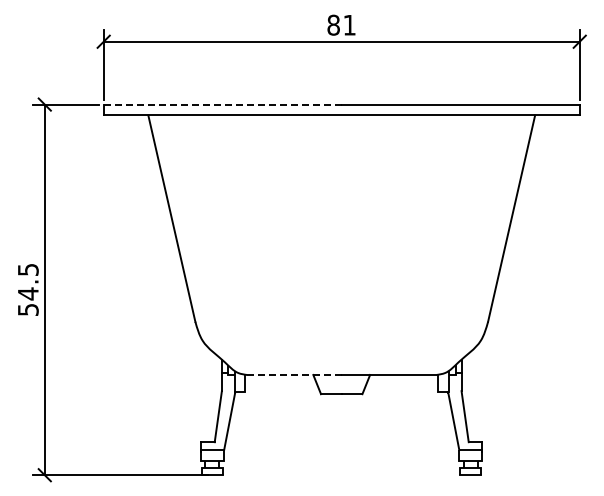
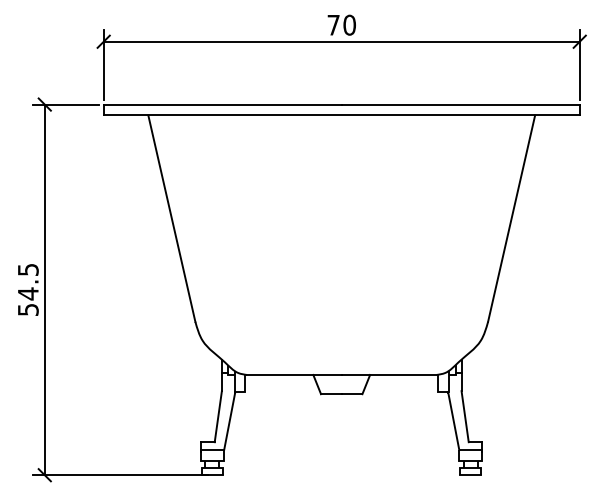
text at (341, 24): 81 -> 70
line at (222, 104): dashed -> solid
line at (293, 374): dashed -> solid
